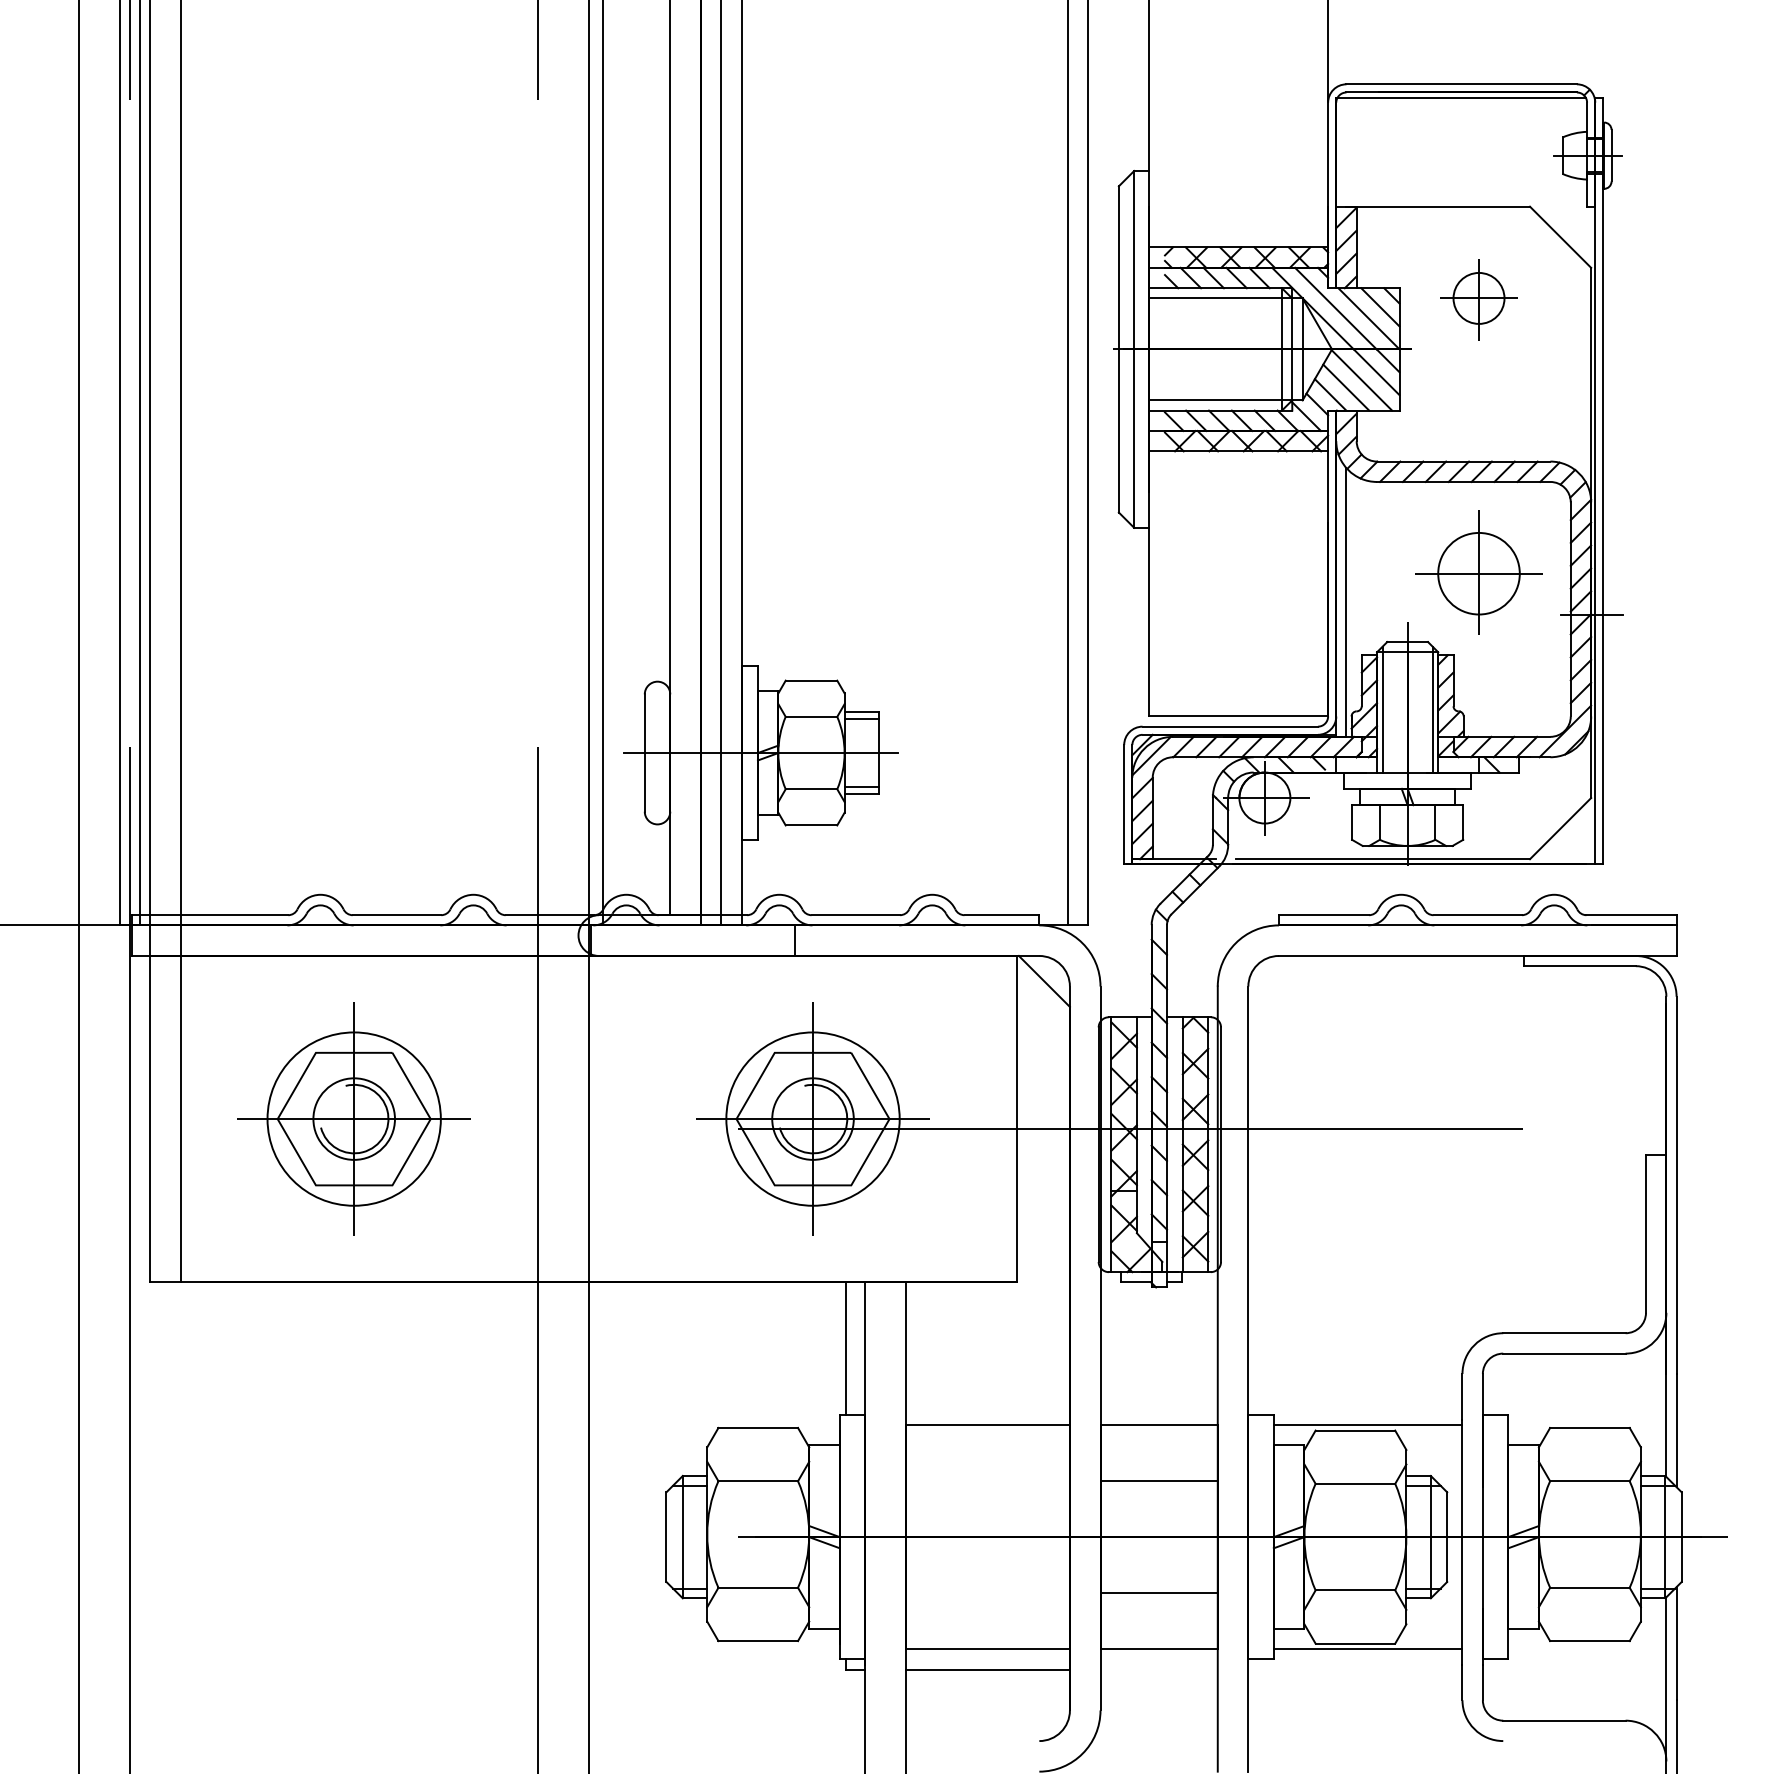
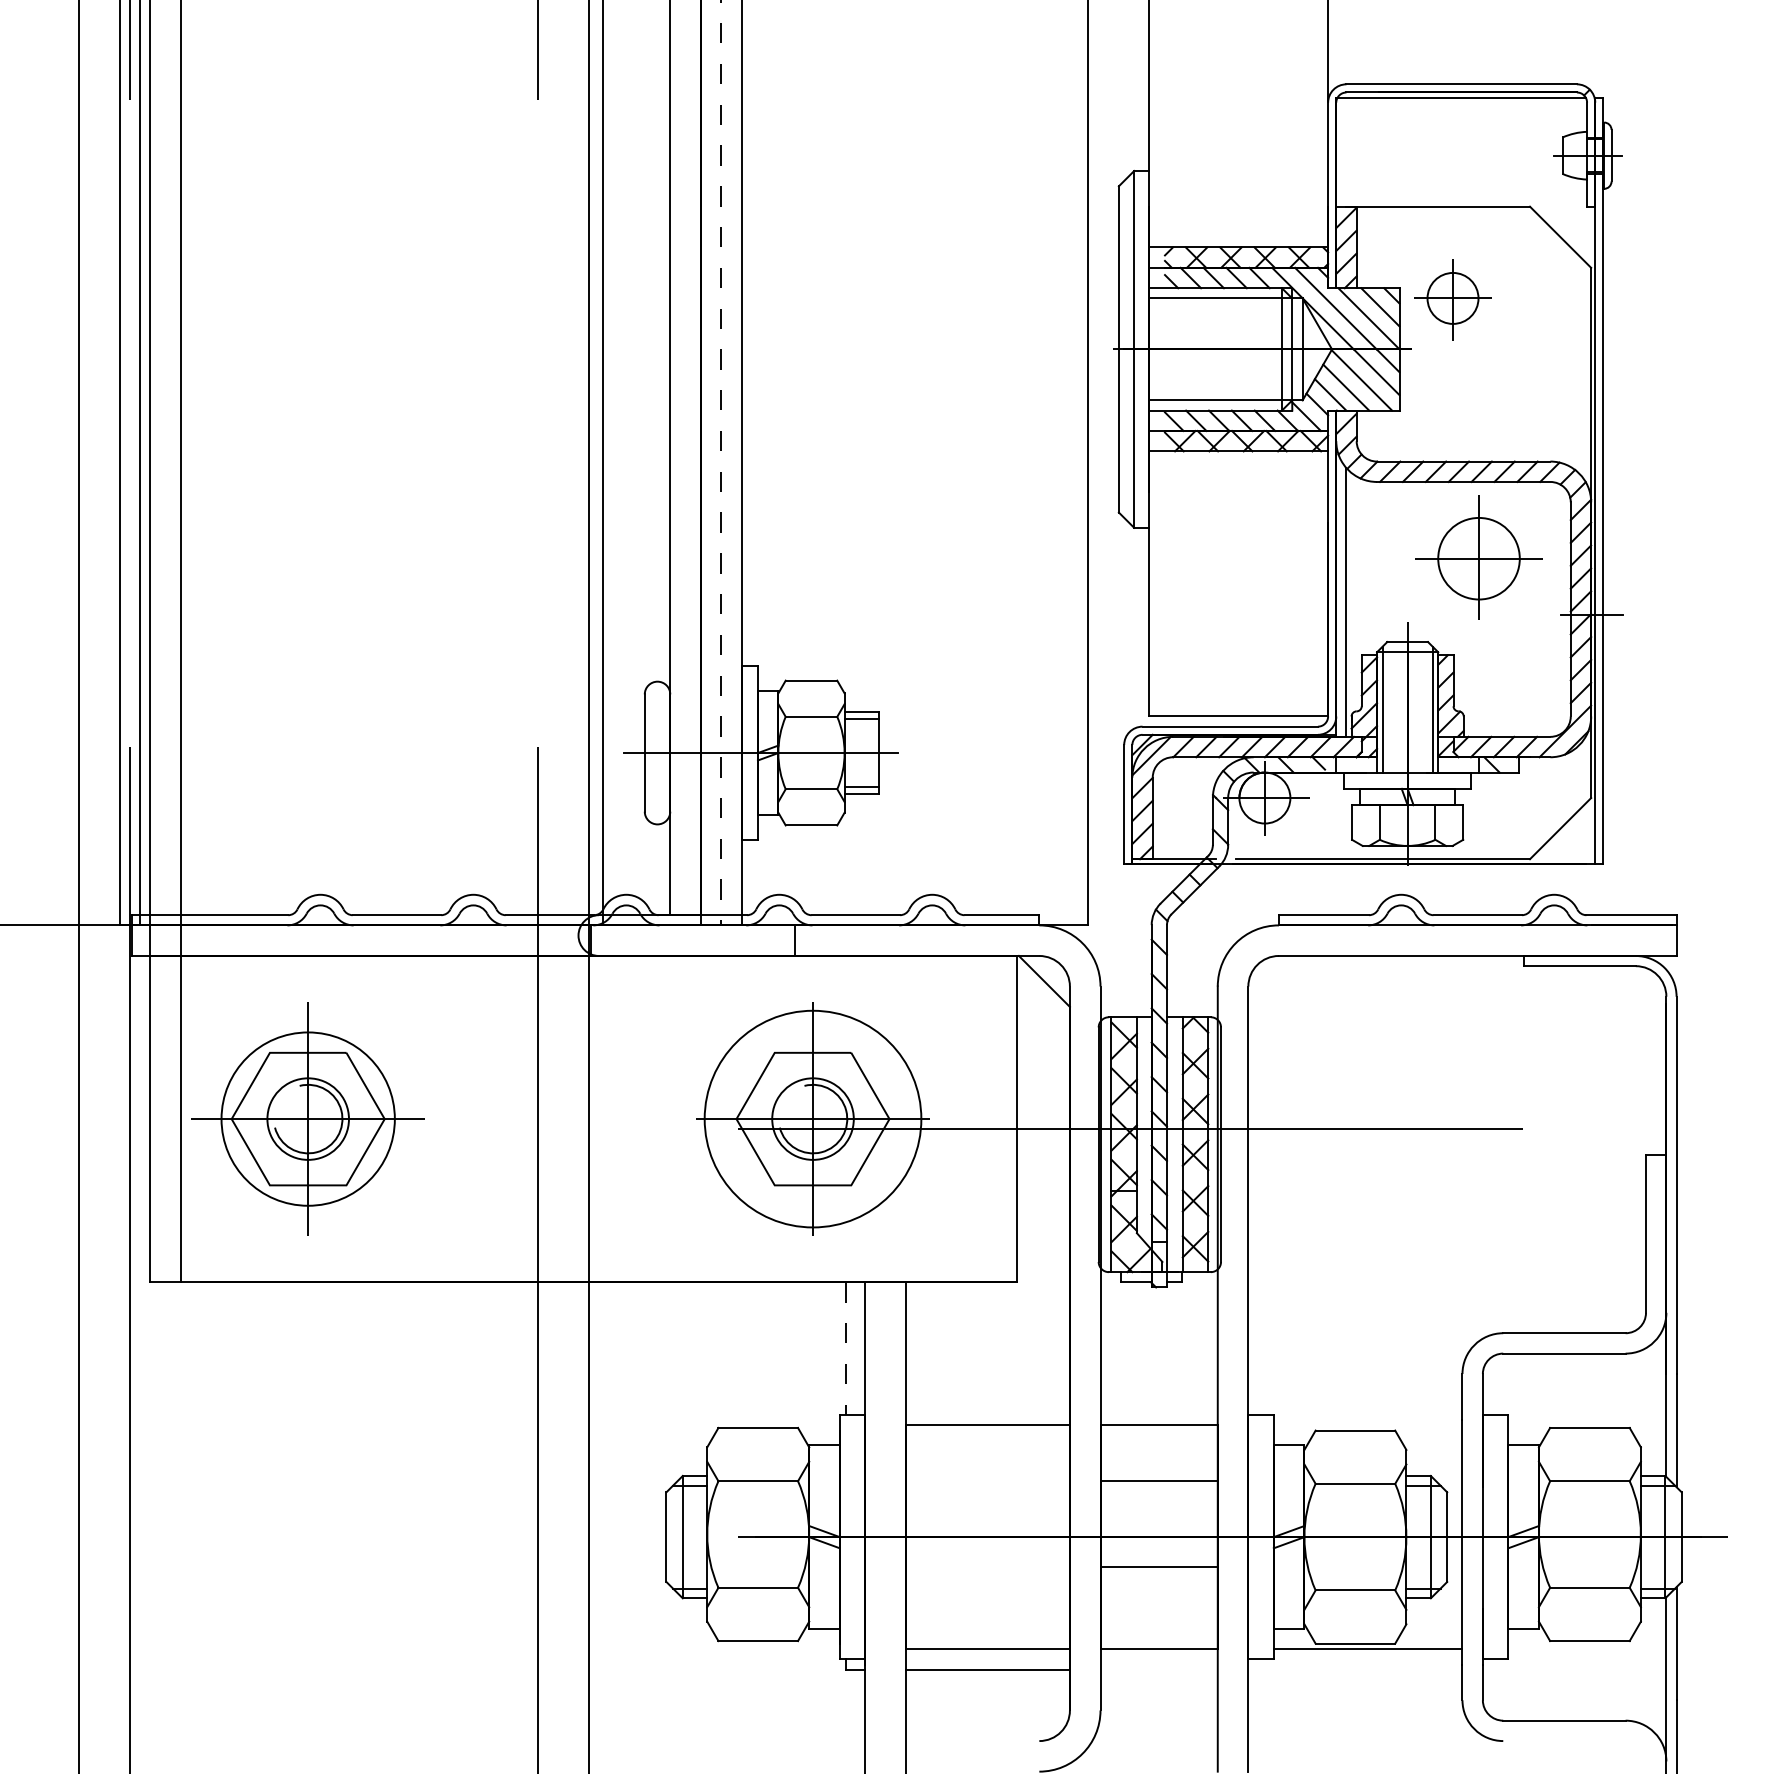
part at (1478, 299) position: (1478, 299) -> (1452, 299)
line at (721, 463): solid -> dashed
line at (1067, 463): present -> none
part at (1478, 572) position: (1478, 572) -> (1478, 557)
part at (353, 1118) position: (353, 1118) -> (307, 1118)
circle at (812, 1118) diameter: 173 px -> 217 px
line at (845, 1349): solid -> dashed
line at (1367, 1424): present -> none
line at (1158, 1593) position: (1158, 1593) -> (1158, 1567)
